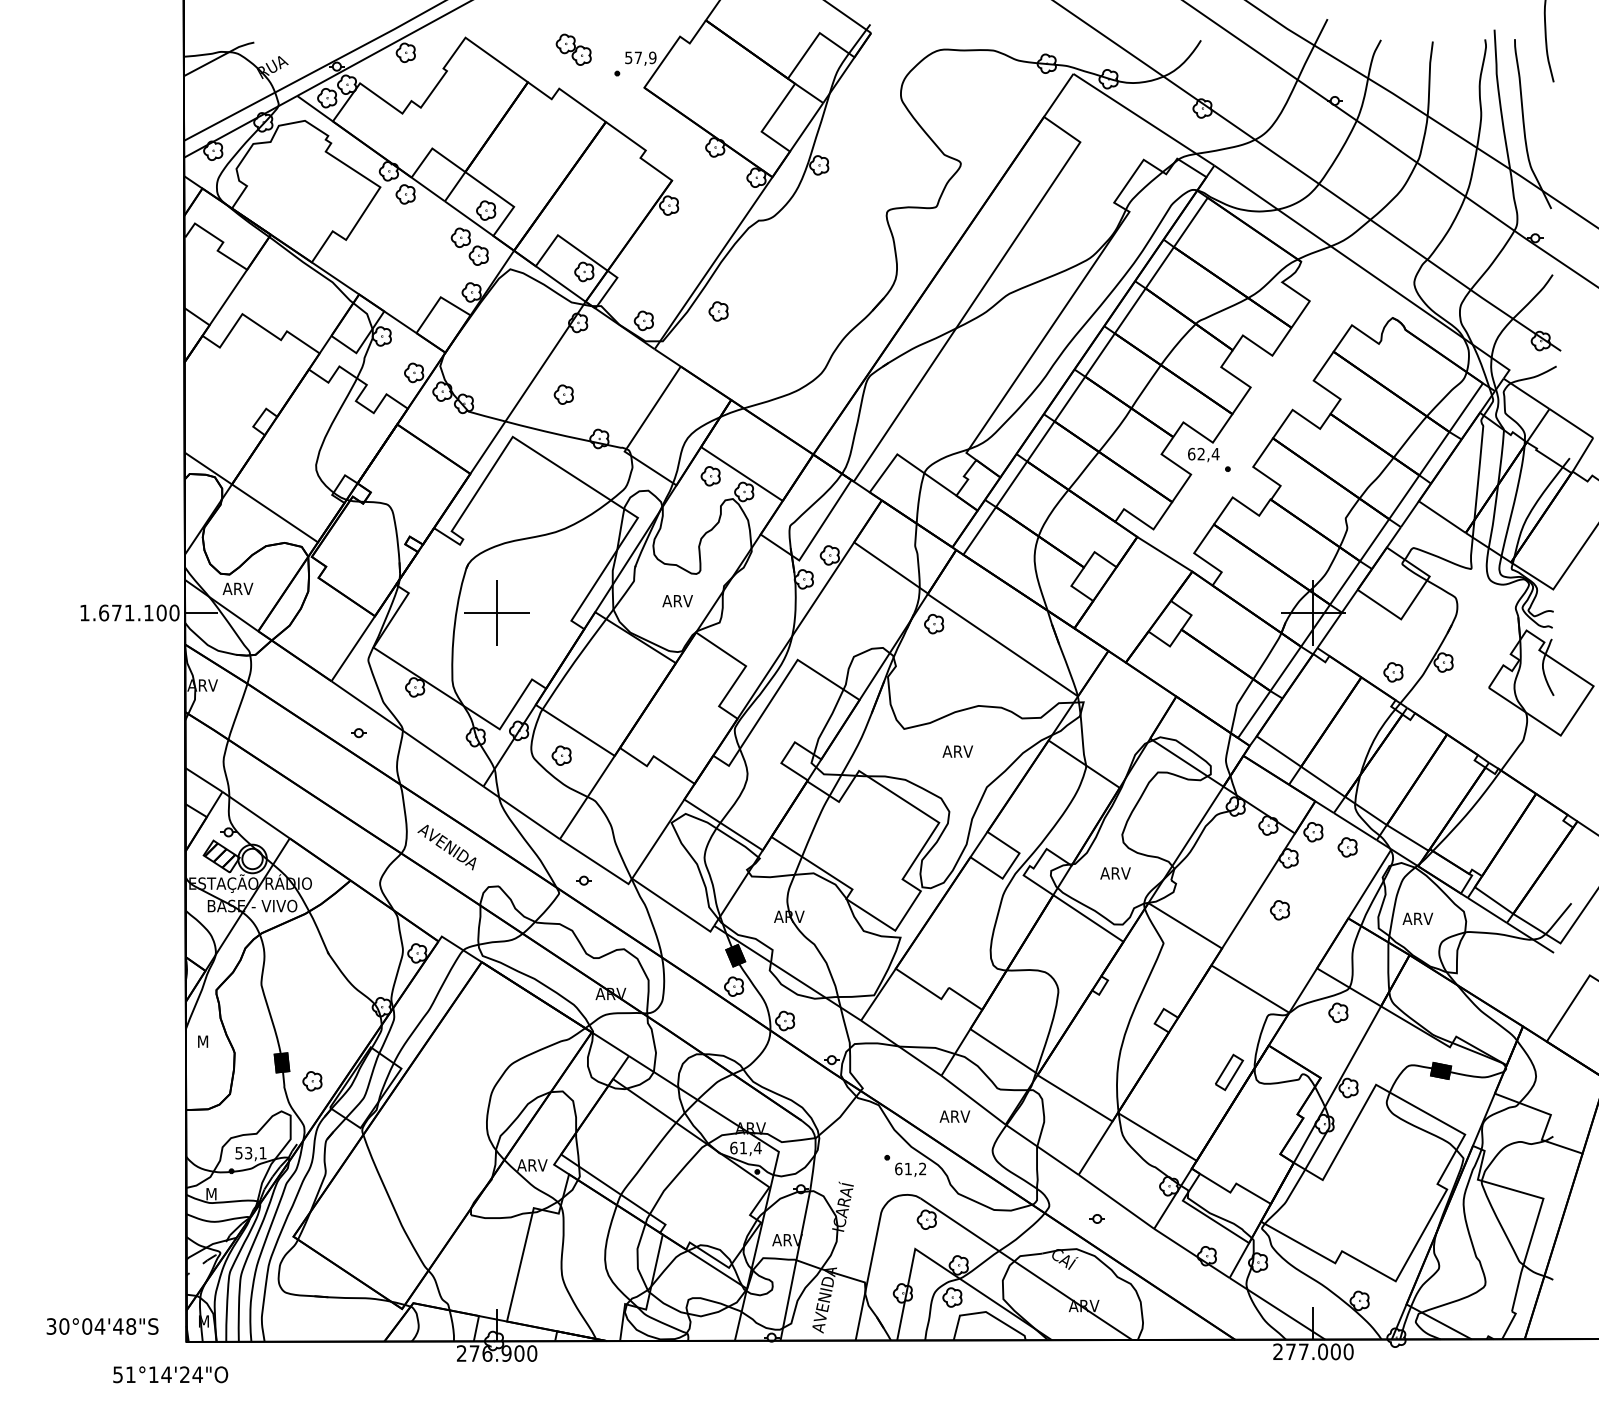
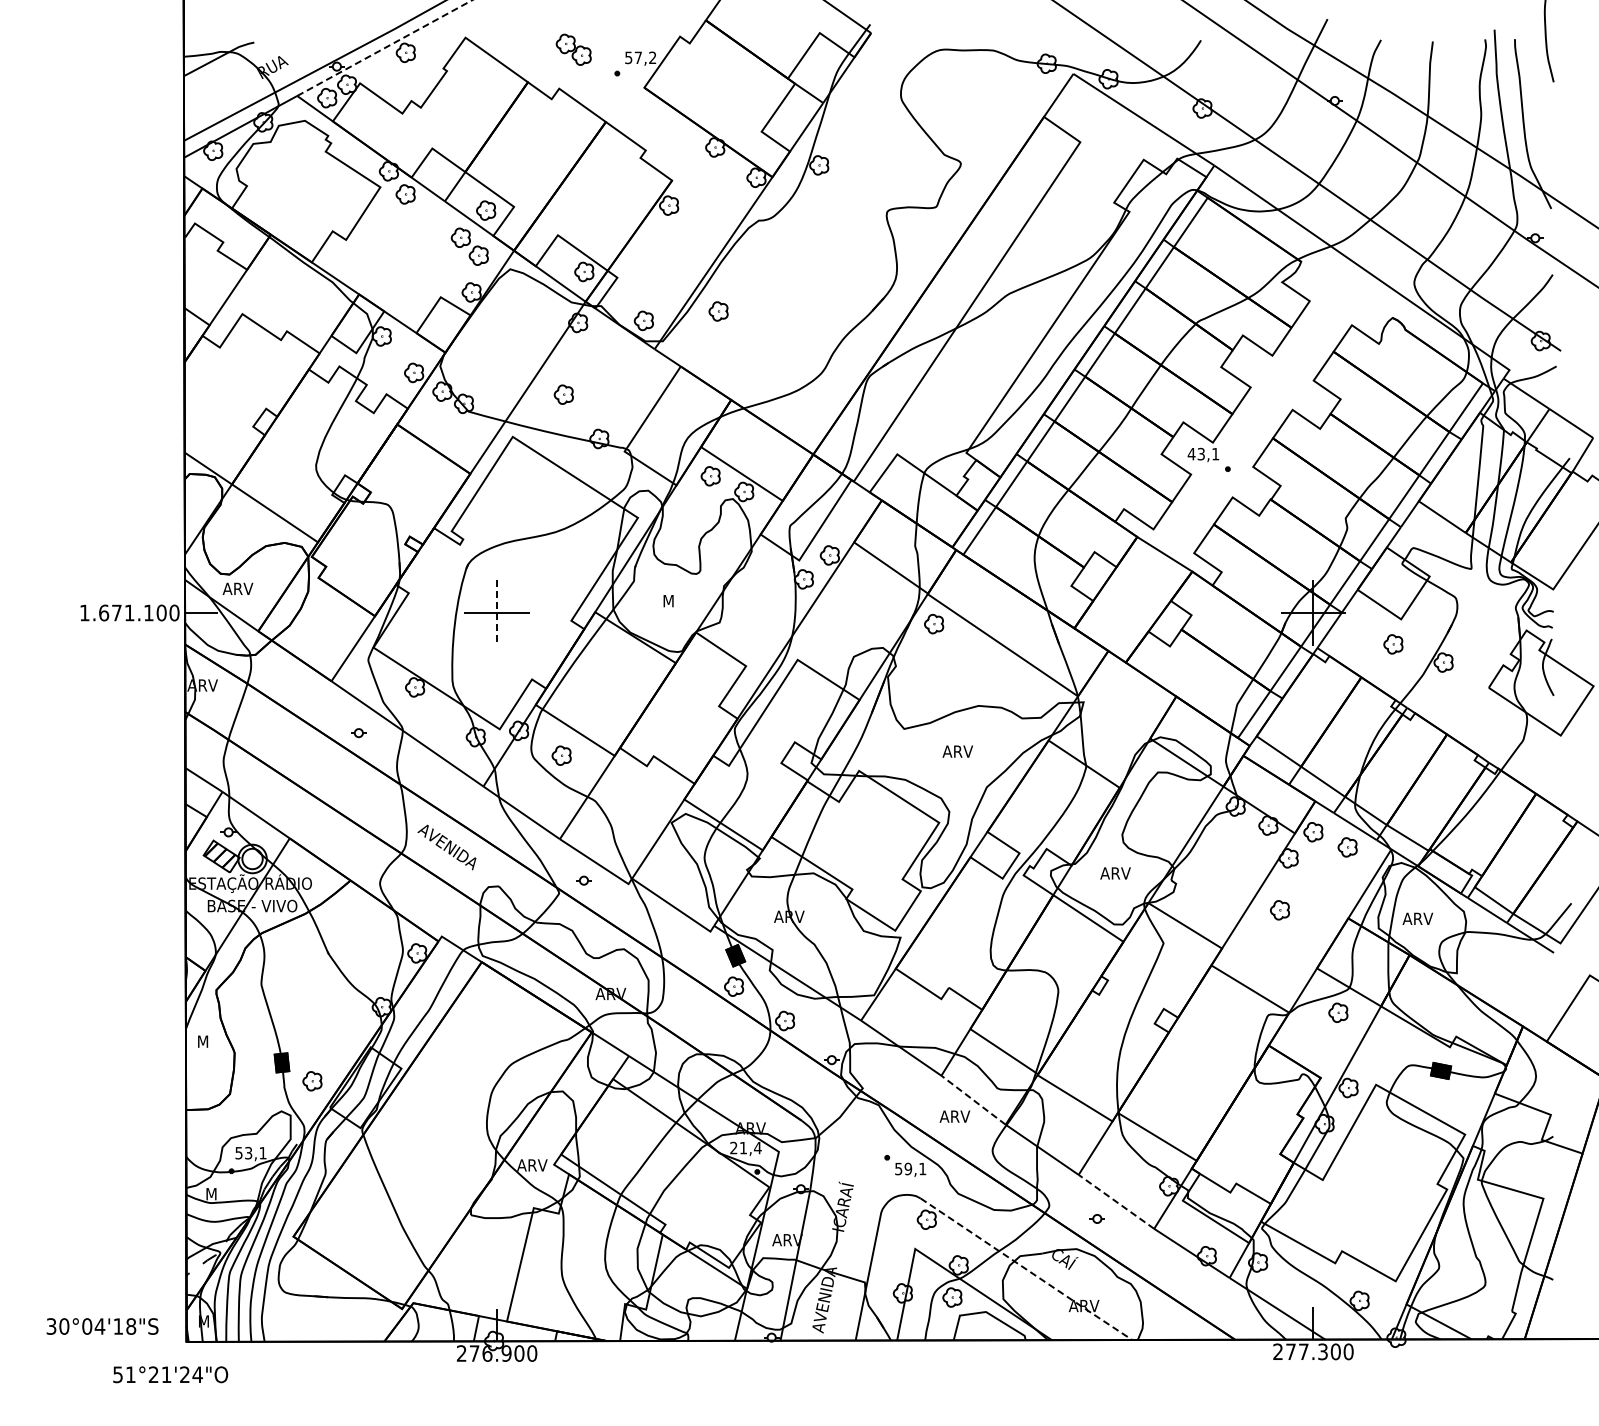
line at (384, 48): solid -> dashed
text at (652, 57): 57,9 -> 57,2
text at (1203, 453): 62,4 -> 43,1
text at (677, 601): ARV -> M
line at (497, 613): solid -> dashed
part at (1393, 672) position: (1393, 672) -> (1393, 644)
part at (1229, 1072): present -> none
line at (973, 1099): solid -> dashed
text at (733, 1147): 61,4 -> 21,4
text at (910, 1168): 61,2 -> 59,1
line at (1116, 1201): solid -> dashed
line at (1027, 1270): solid -> dashed
text at (118, 1326): 30°04'48"S -> 30°04'18"S
text at (1323, 1351): 277.000 -> 277.300
text at (159, 1374): 51°14'24"O -> 51°21'24"O
